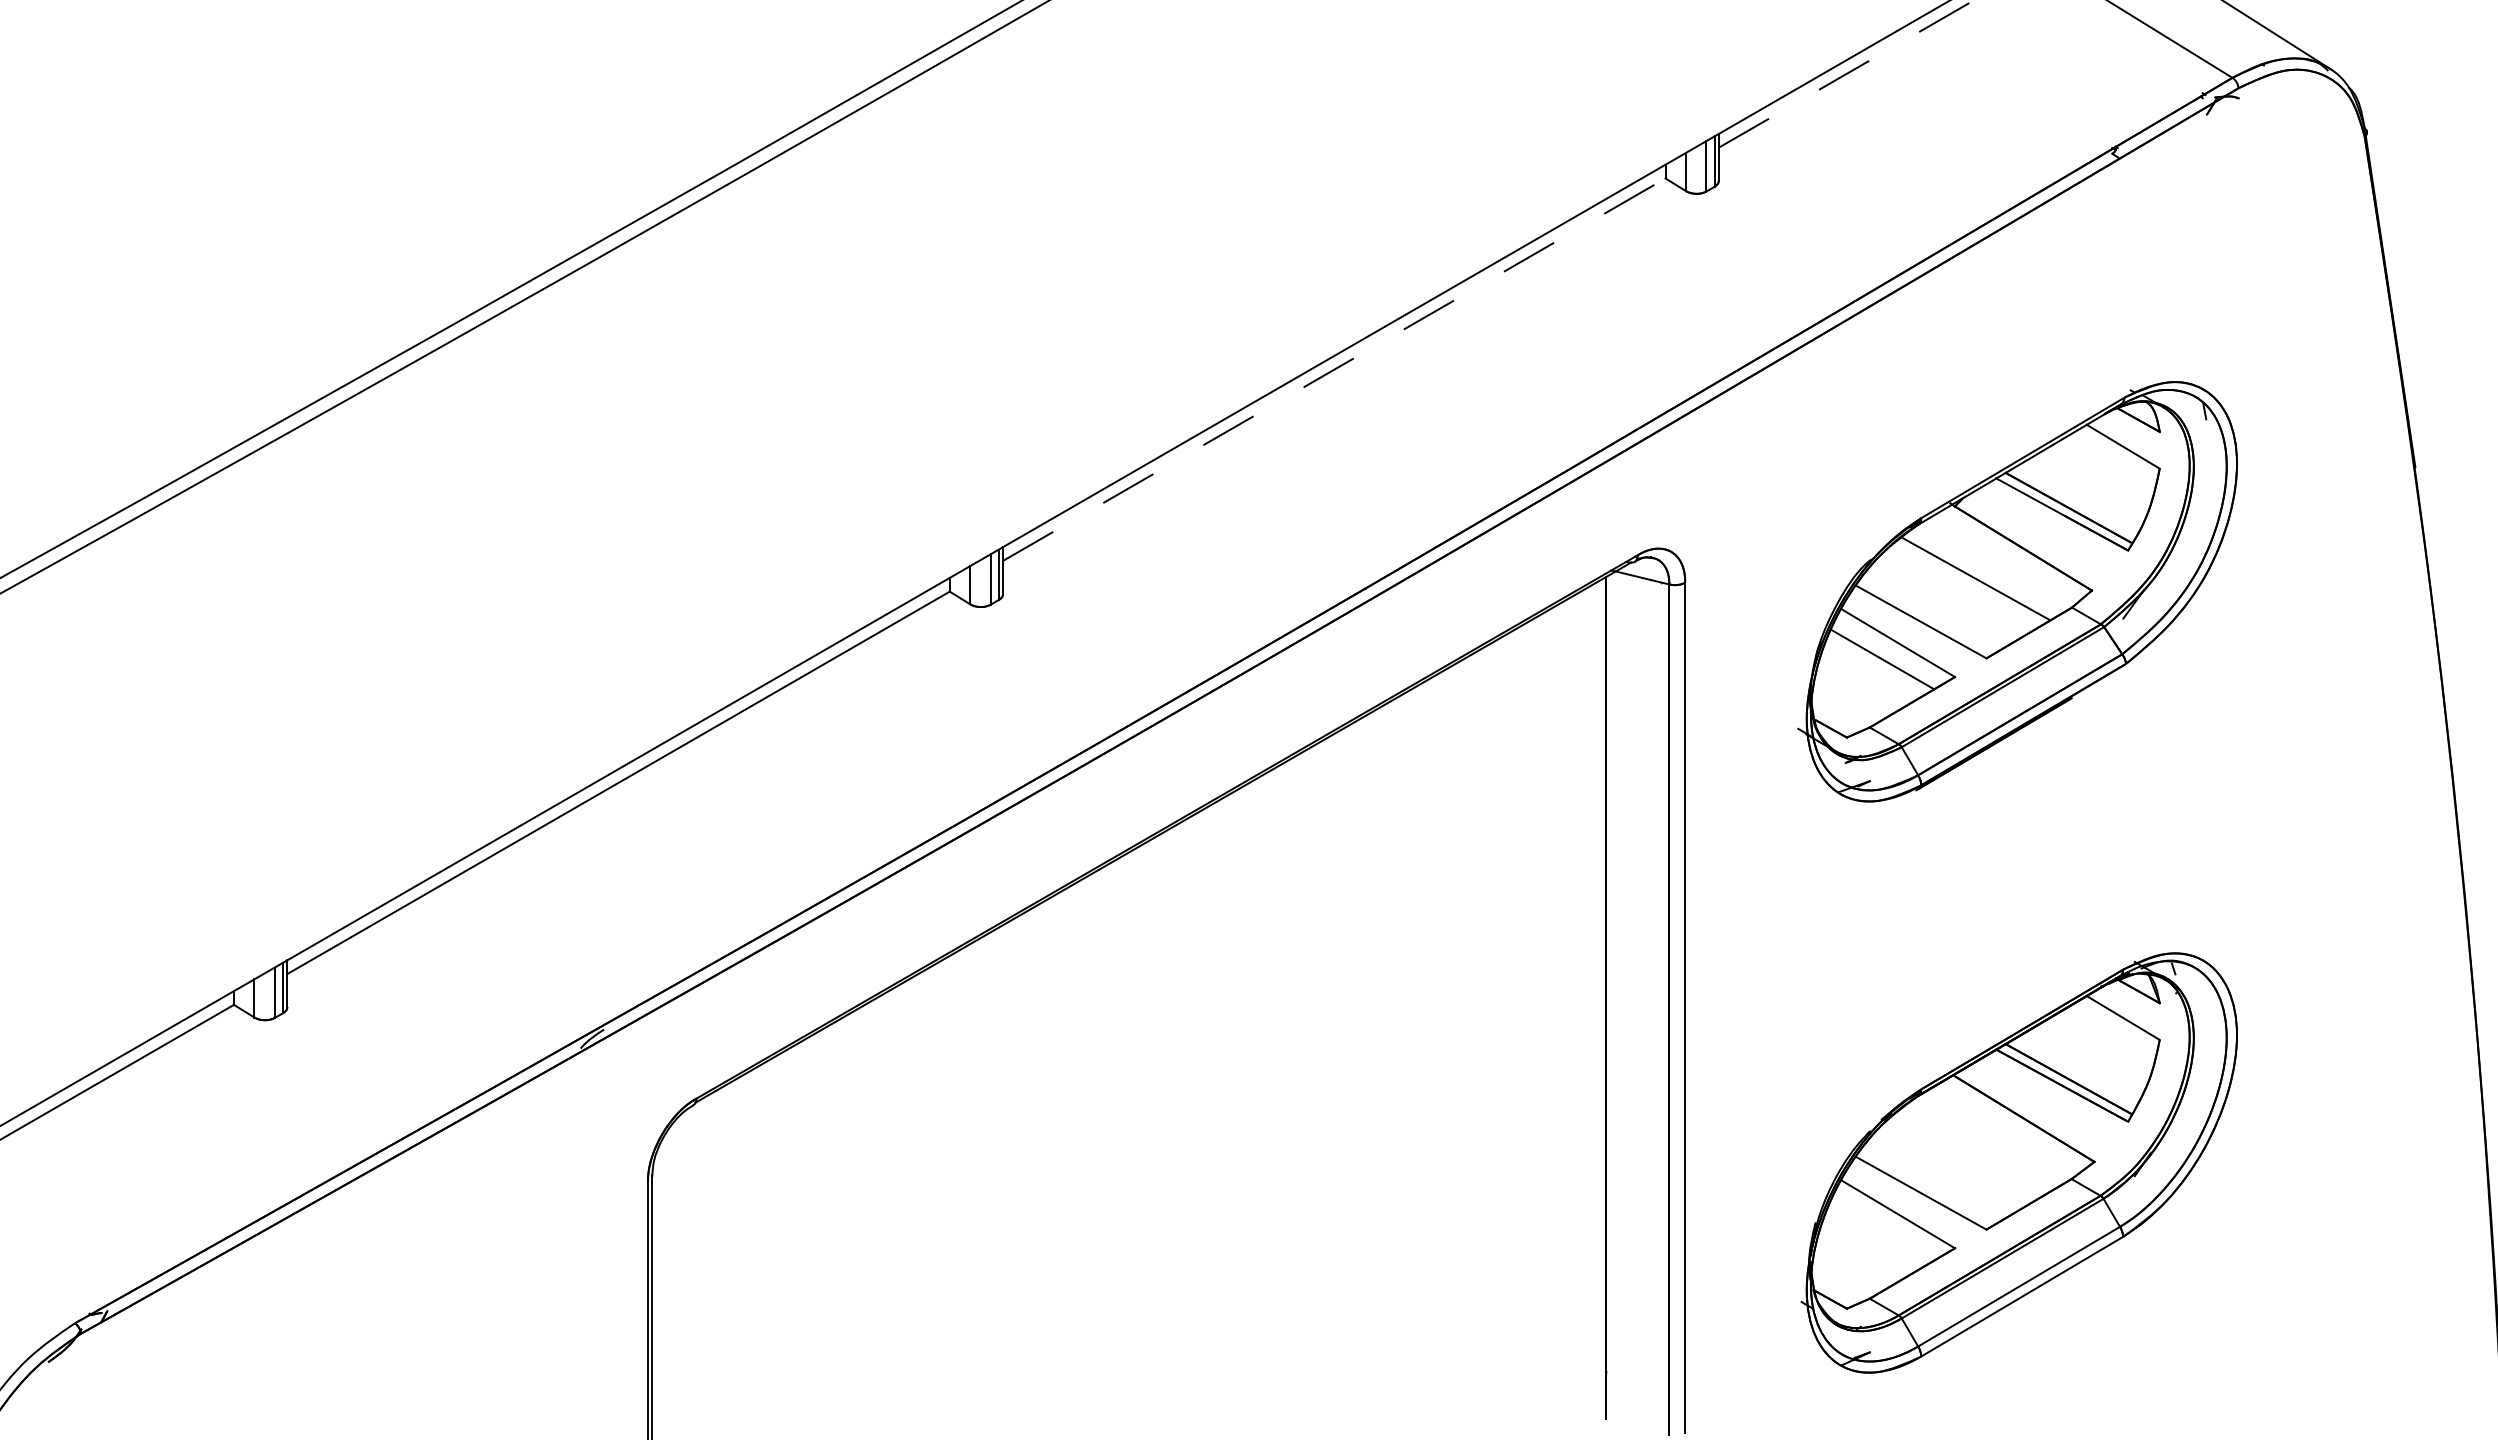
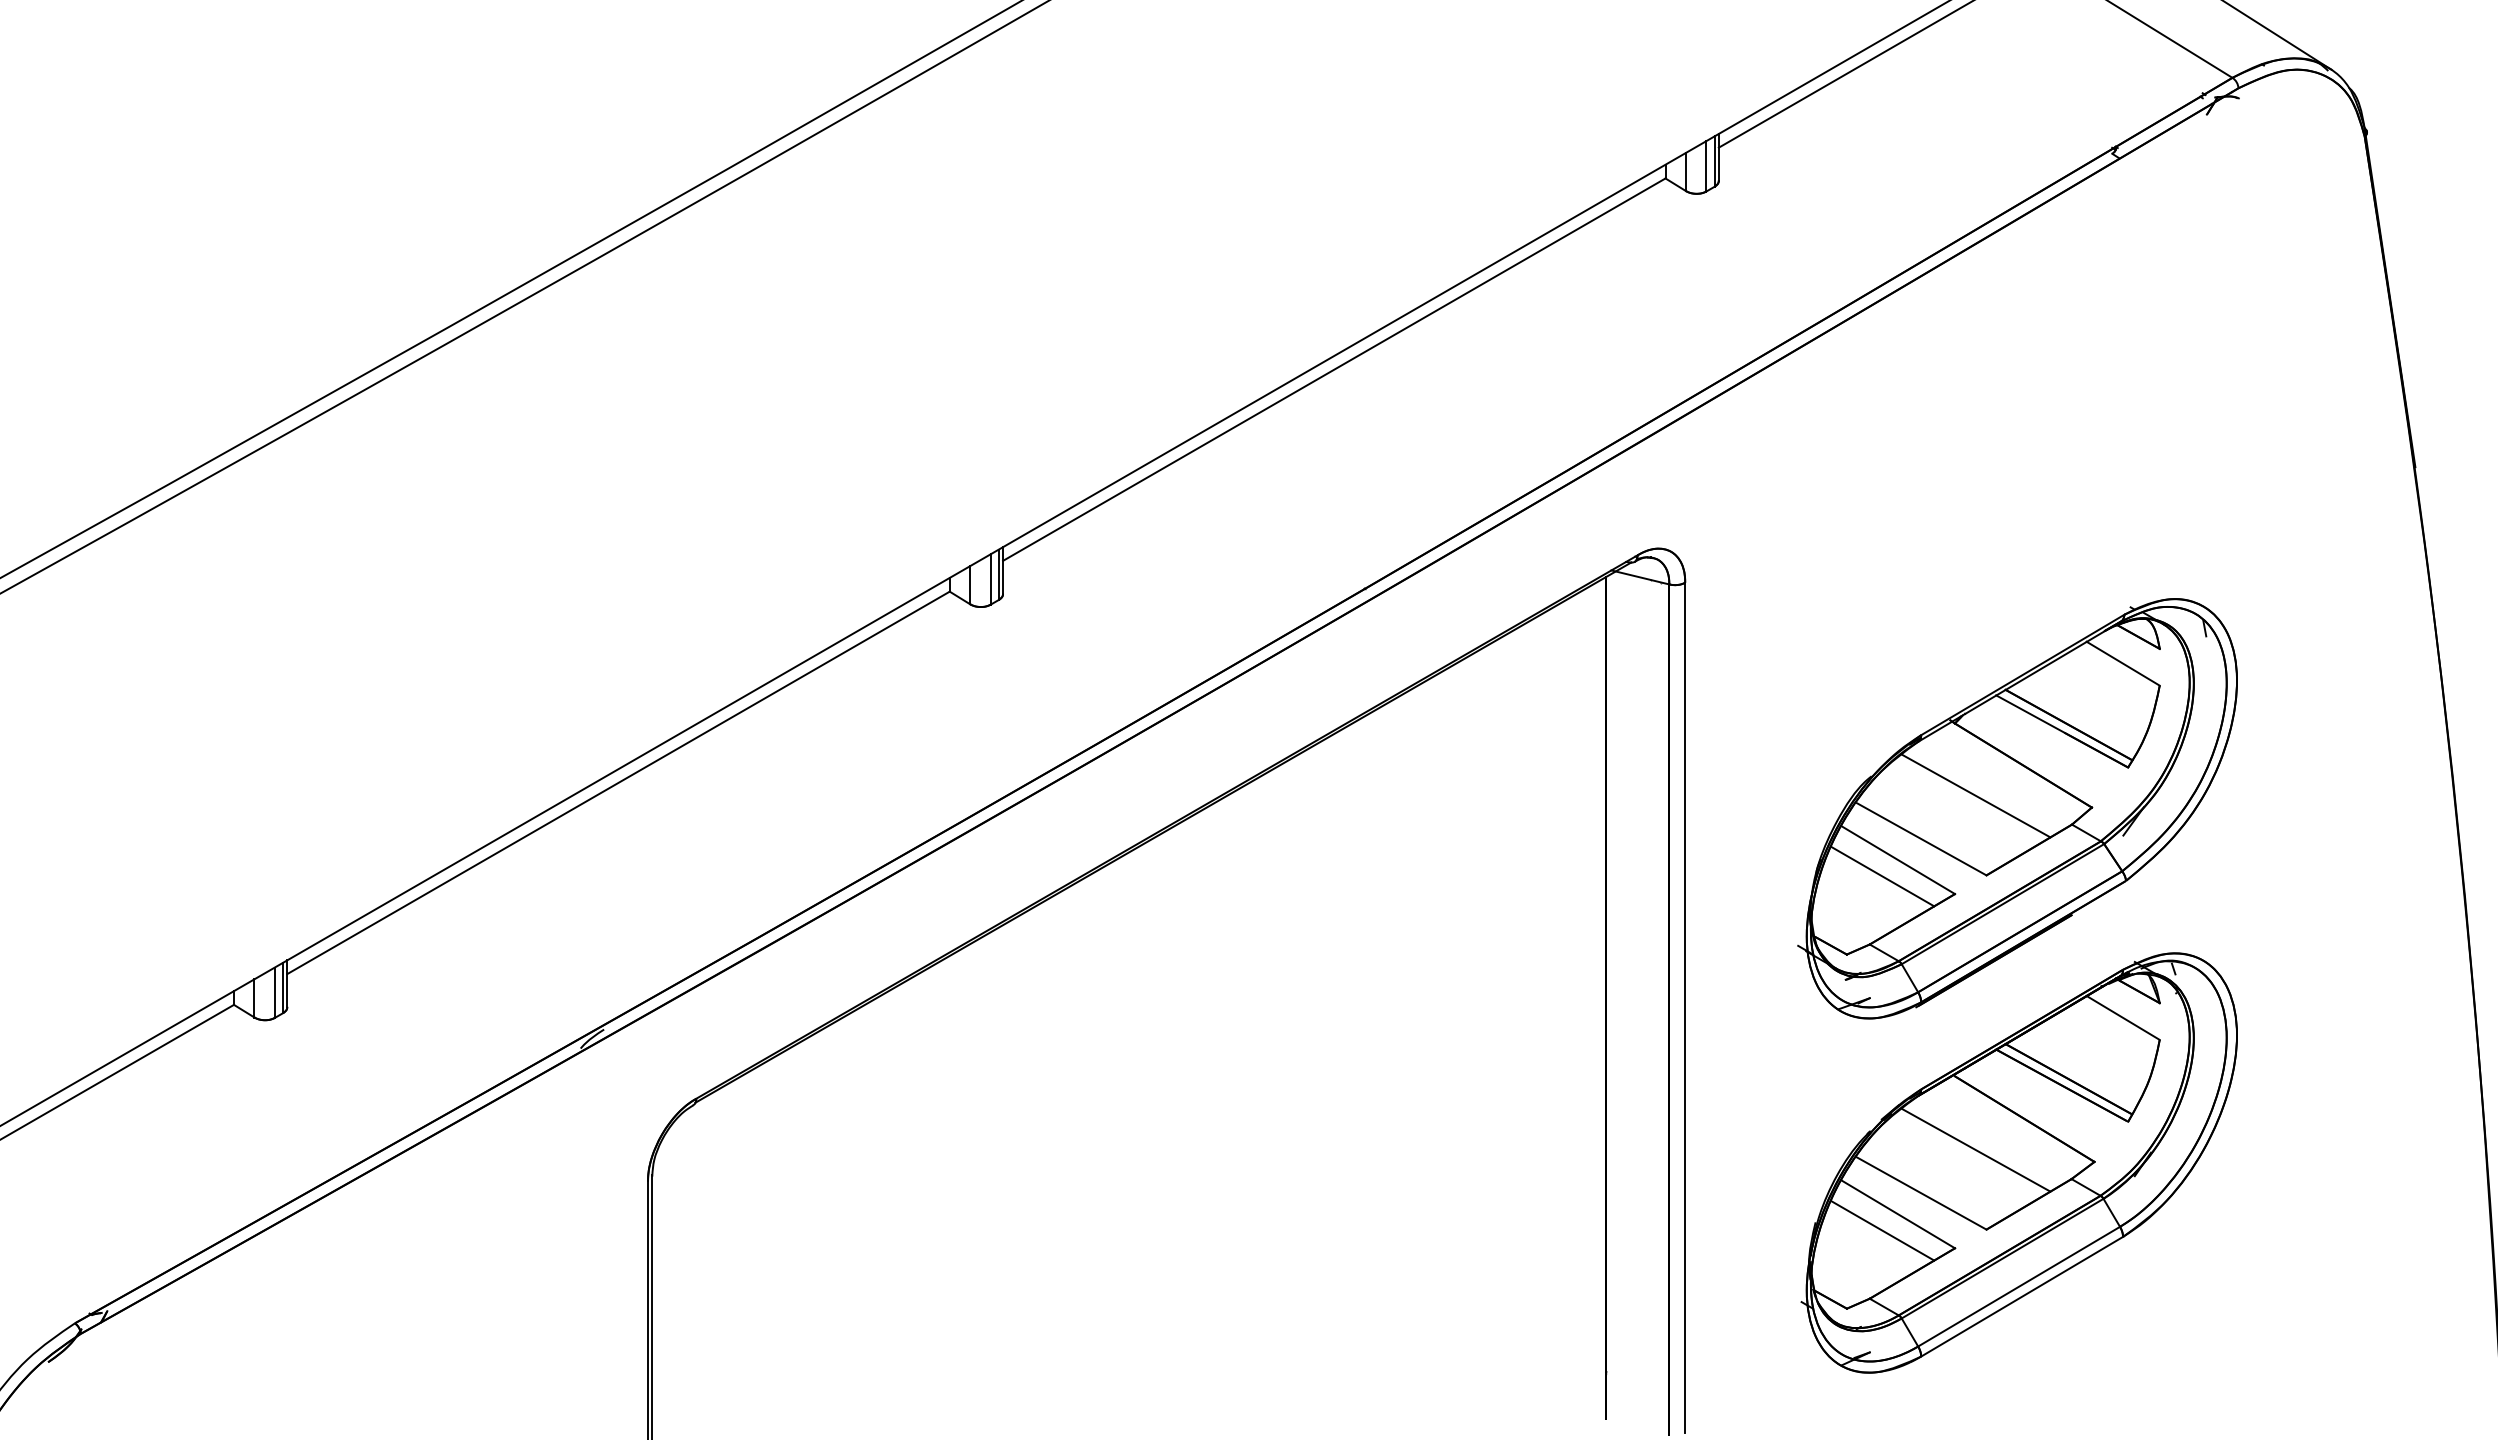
line at (1846, 73): dashed -> solid
line at (1334, 369): dashed -> solid
part at (2017, 591) position: (2017, 591) -> (2017, 808)
line at (1976, 1150): none -> present
line at (1882, 1230): none -> present
